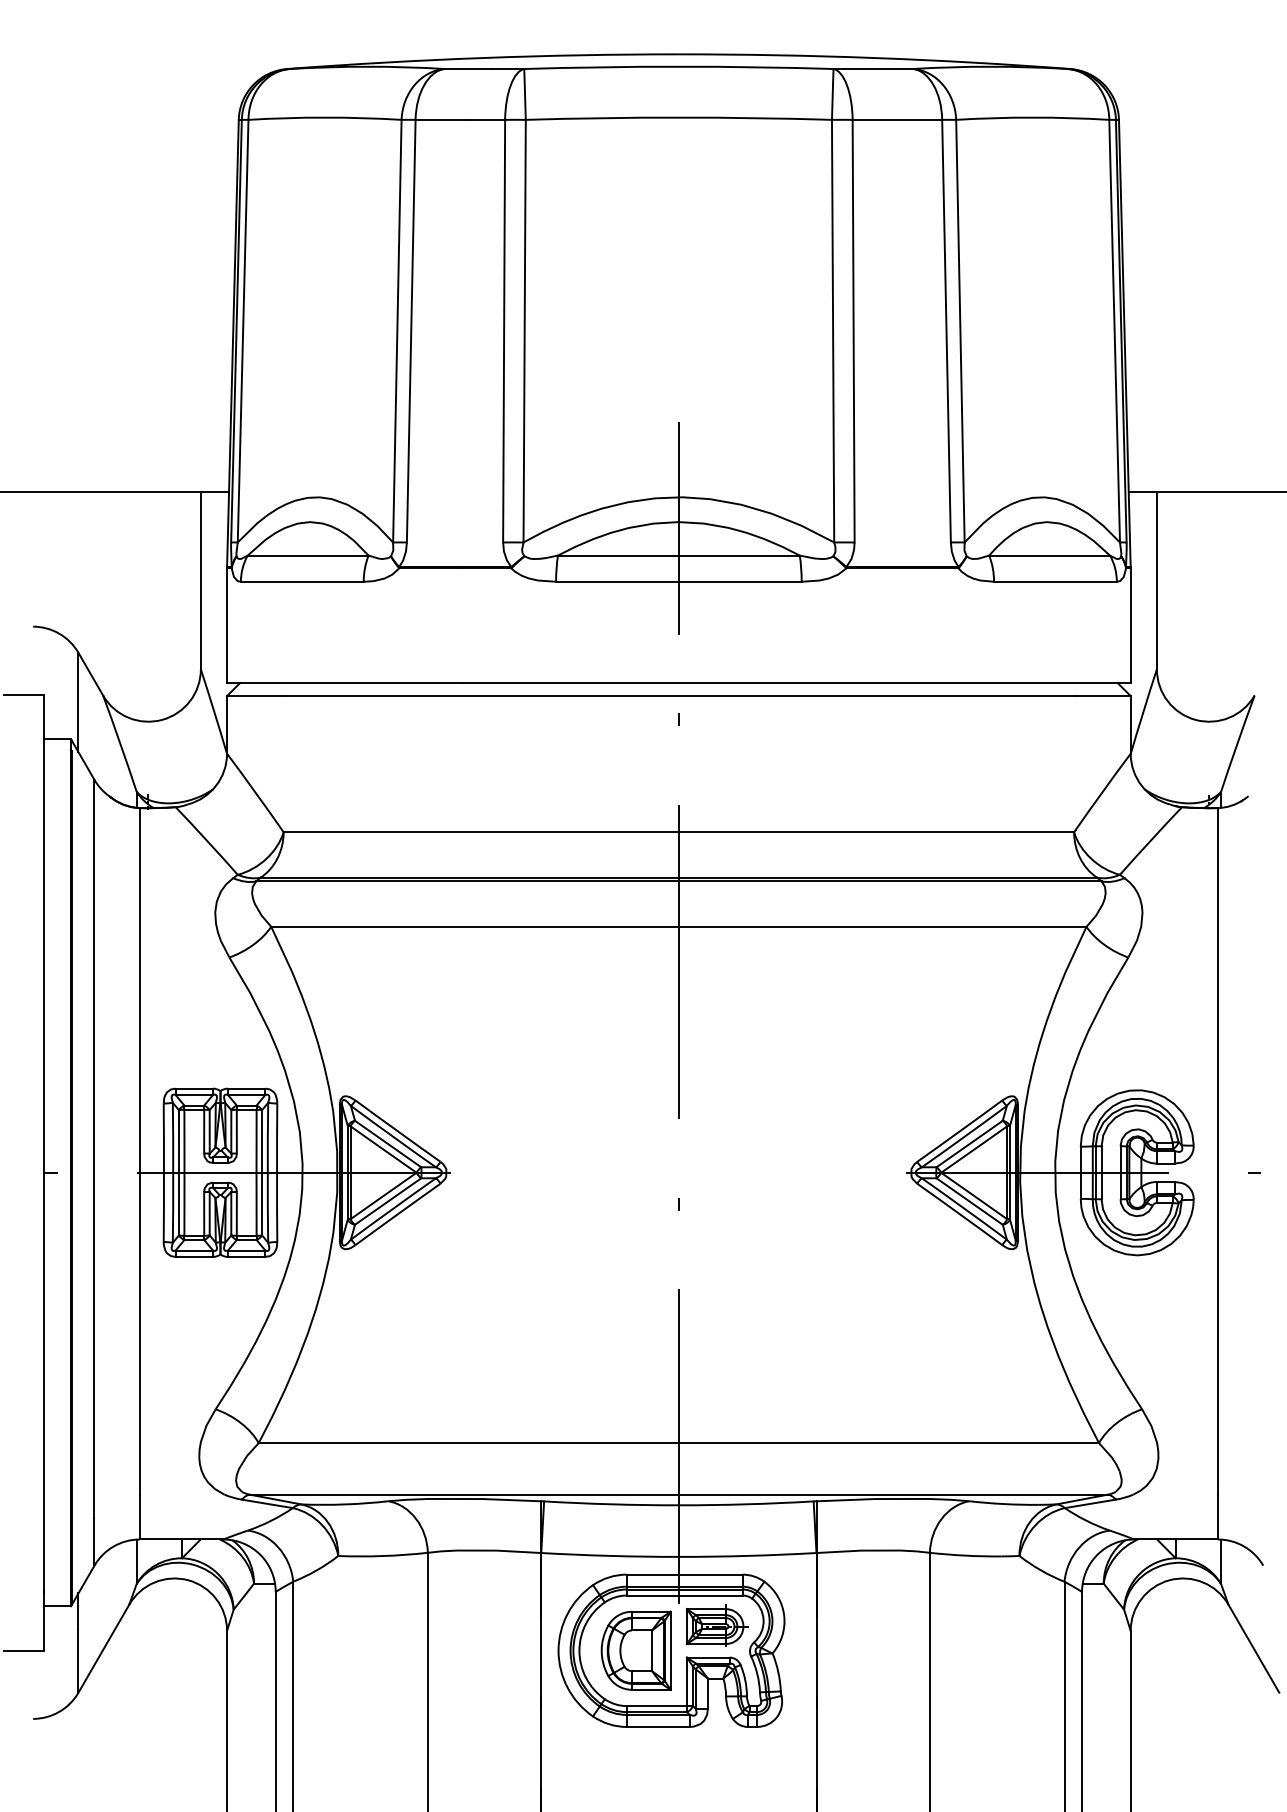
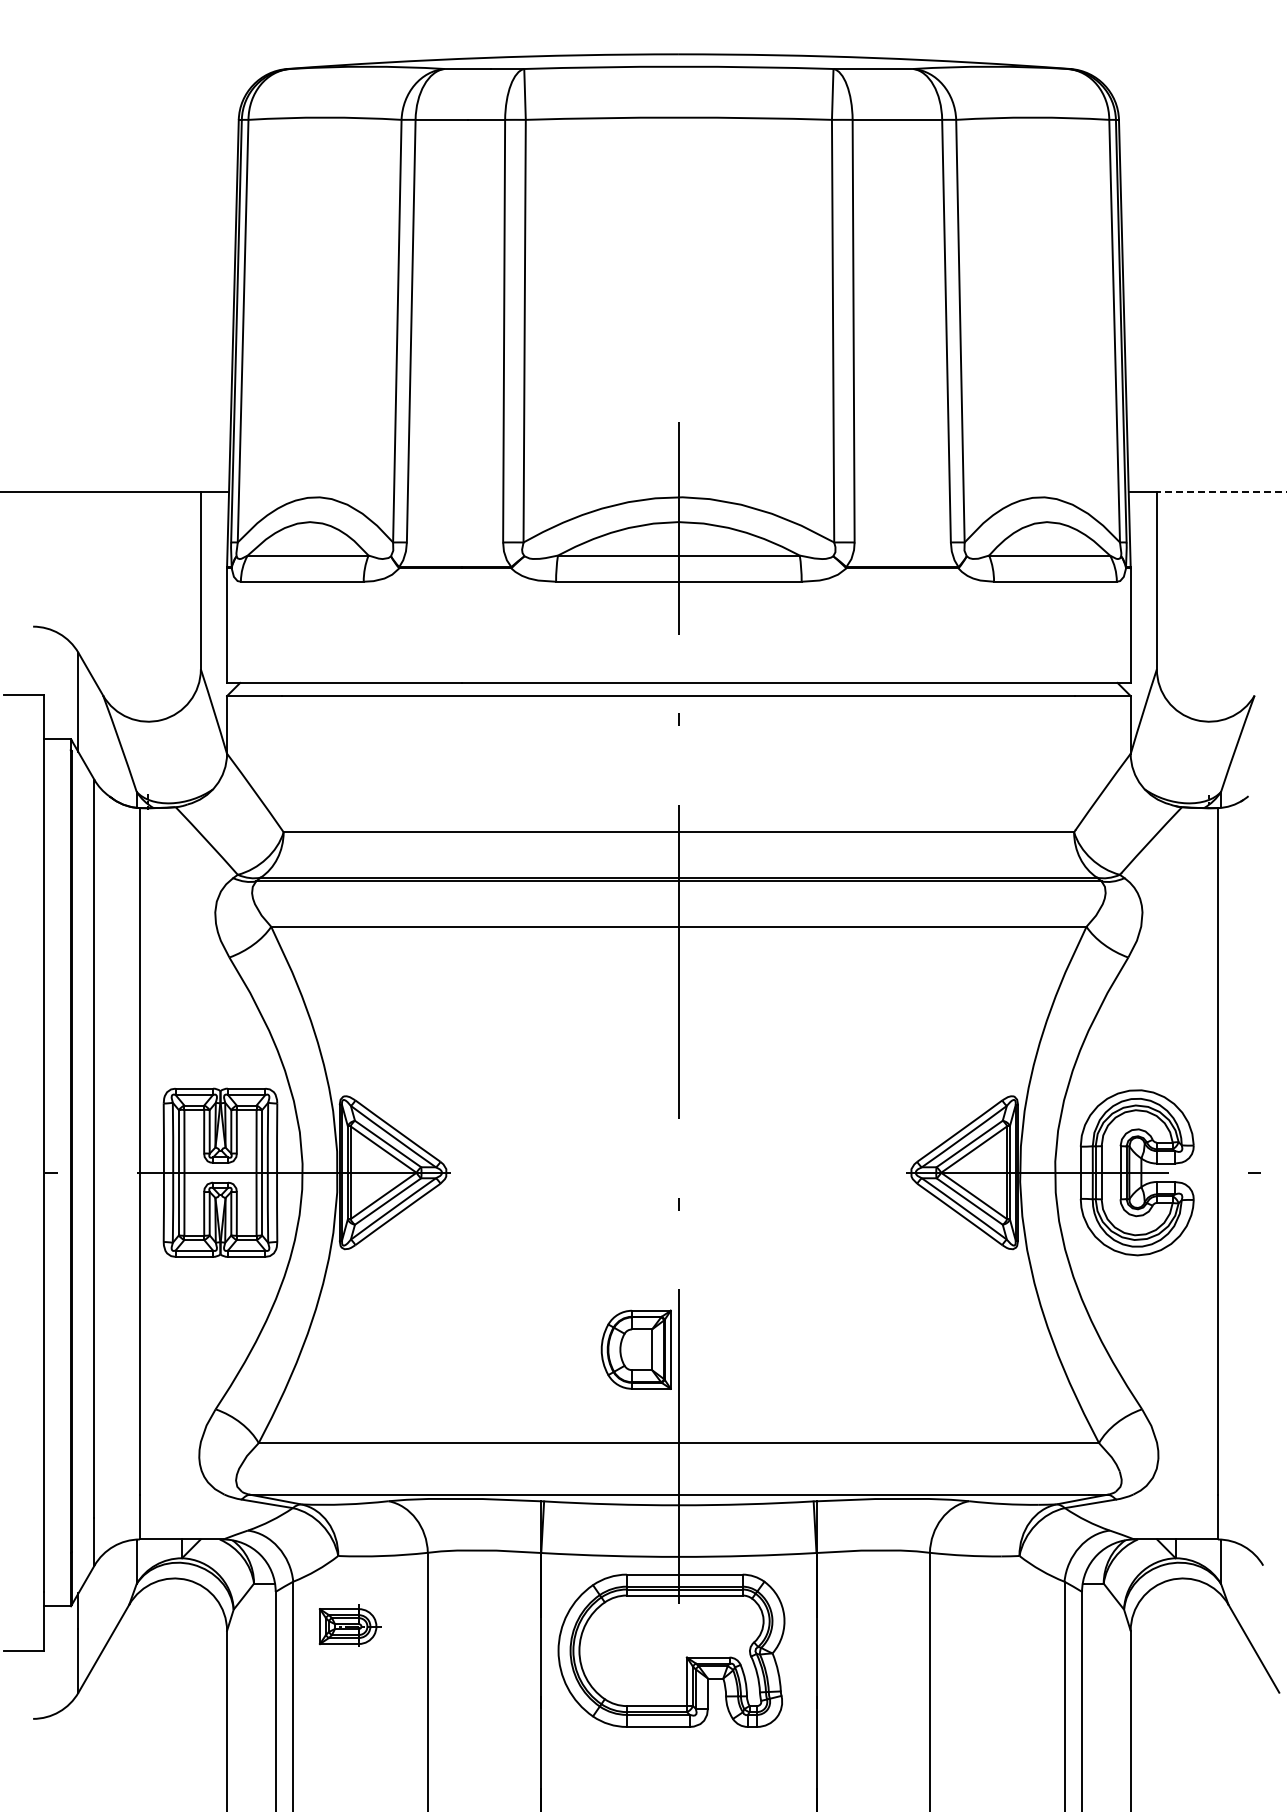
line at (1221, 491): solid -> dashed
part at (716, 1625) position: (716, 1625) -> (349, 1625)
part at (635, 1650) position: (635, 1650) -> (635, 1349)
